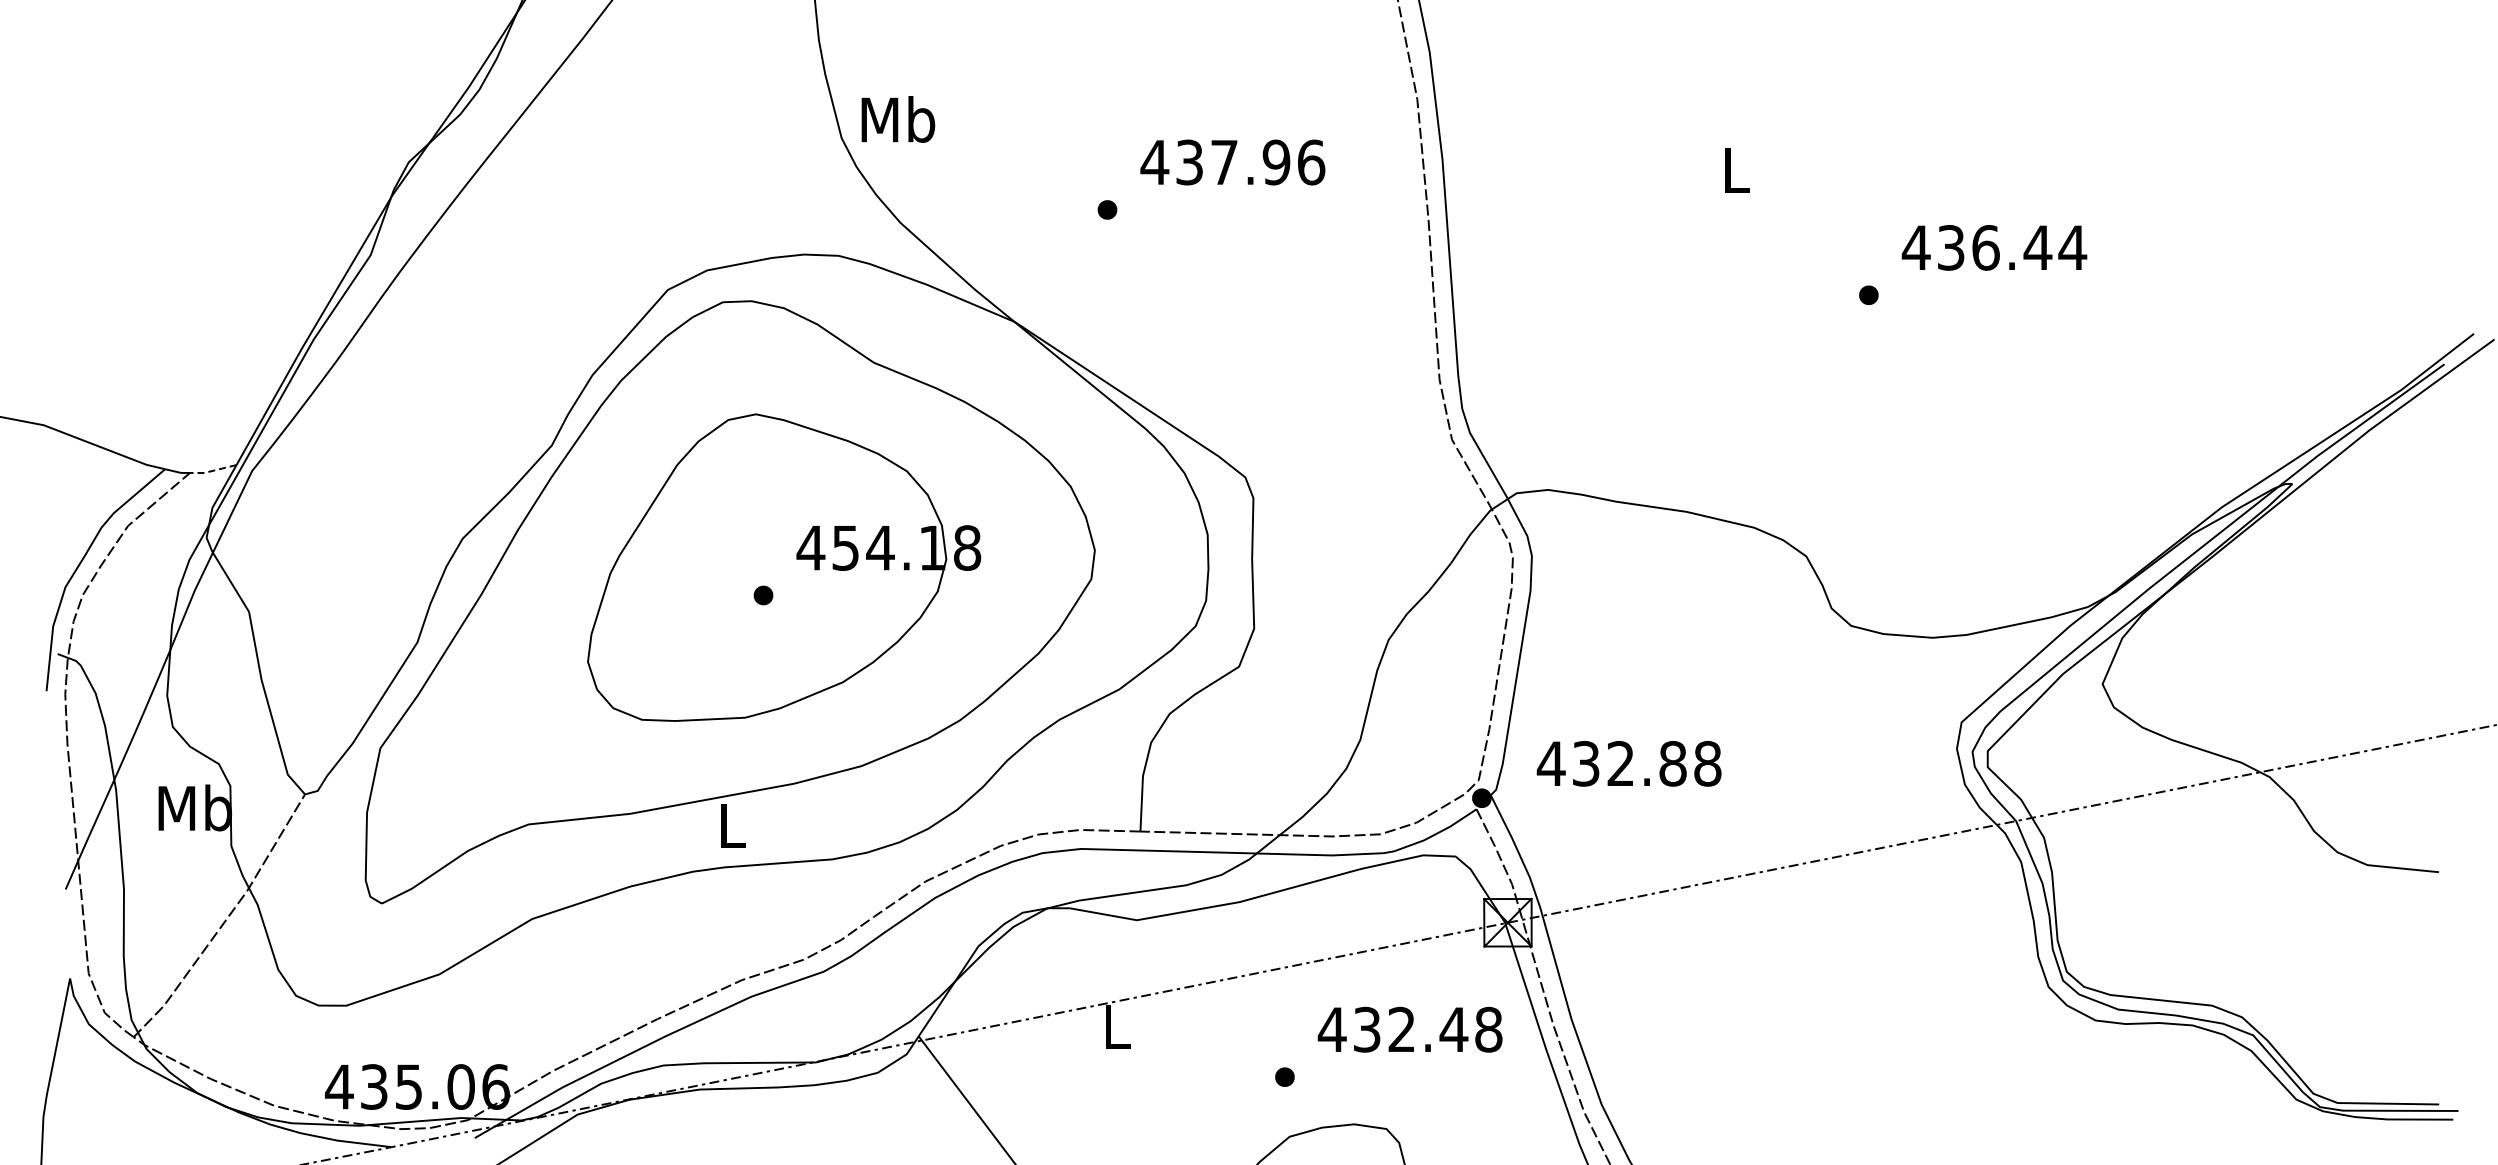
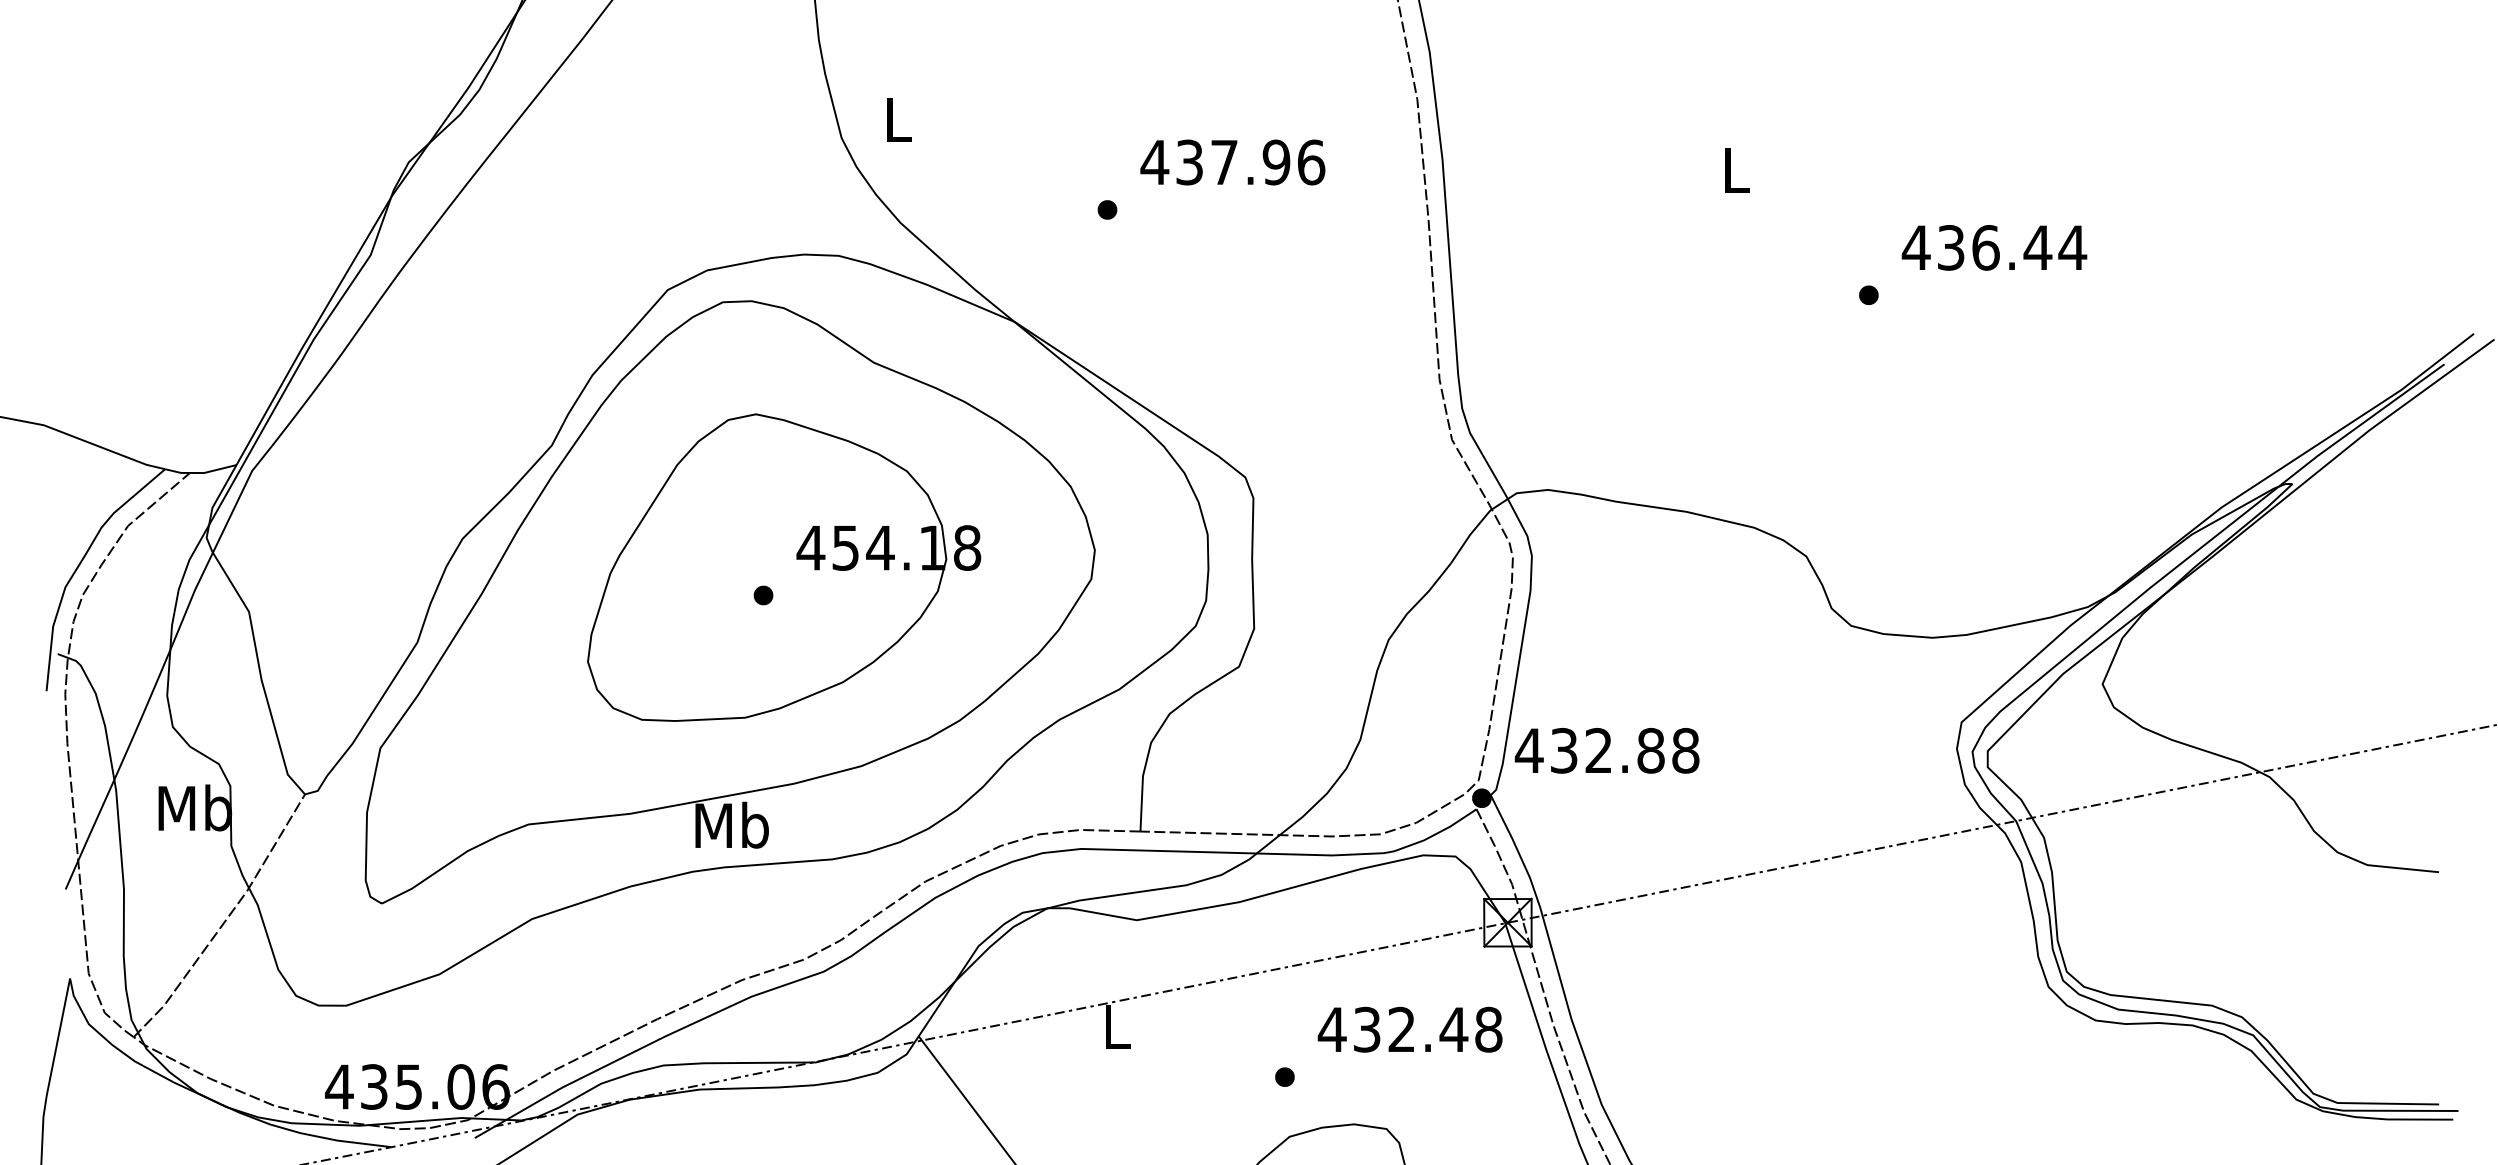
text at (898, 119): Mb -> L
line at (212, 470): dashed -> solid
text at (1628, 763) position: (1628, 763) -> (1606, 750)
text at (731, 824): L -> Mb
